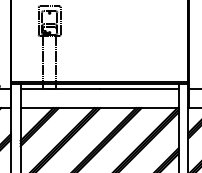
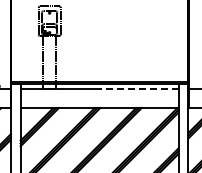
line at (138, 88): solid -> dashed
